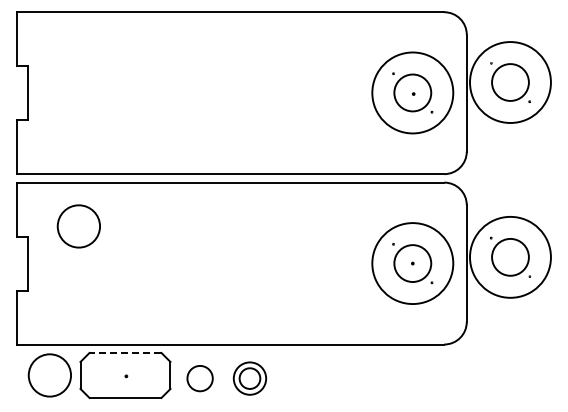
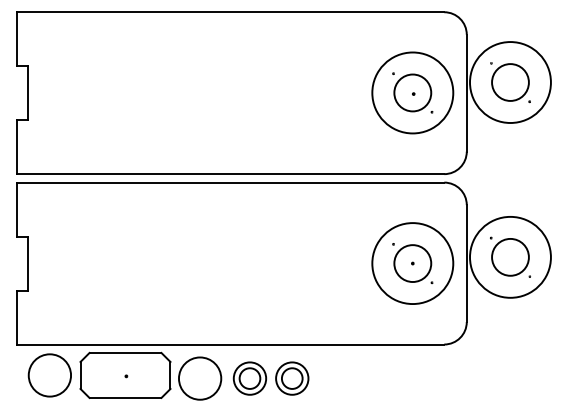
circle at (78, 226): present -> none
line at (125, 352): dashed -> solid
circle at (199, 378) diameter: 25 px -> 42 px
part at (292, 378): none -> present
